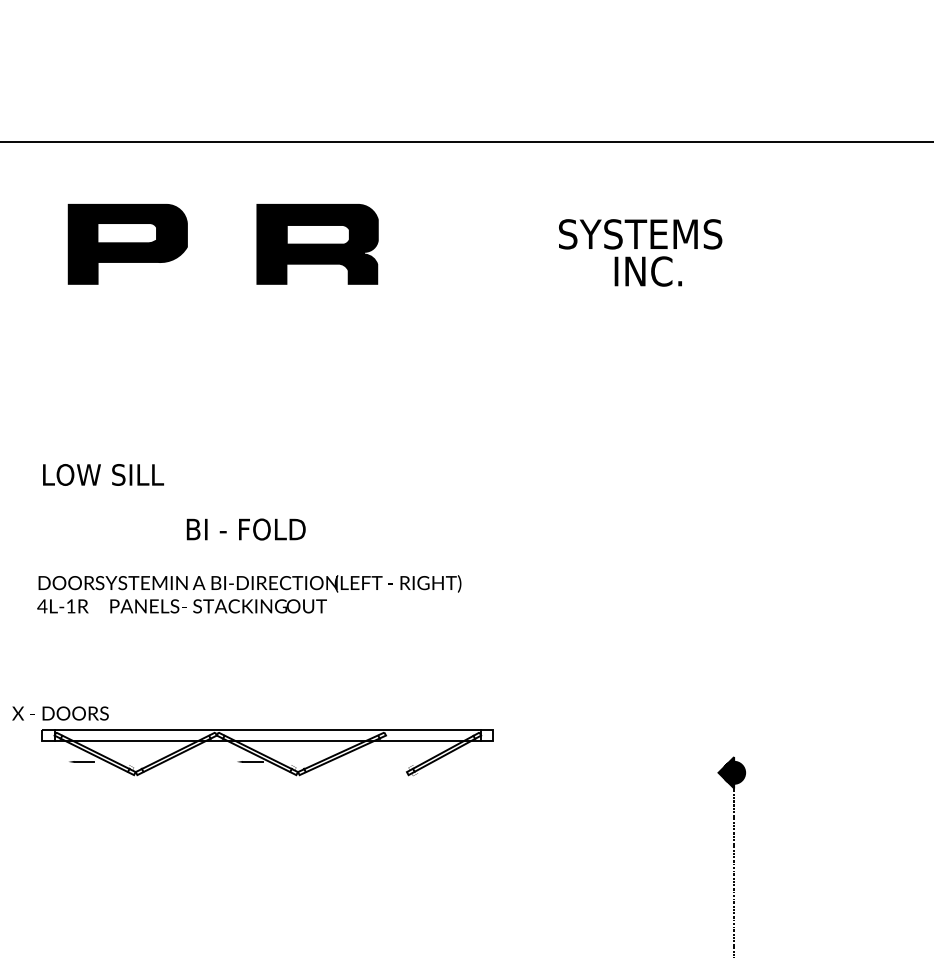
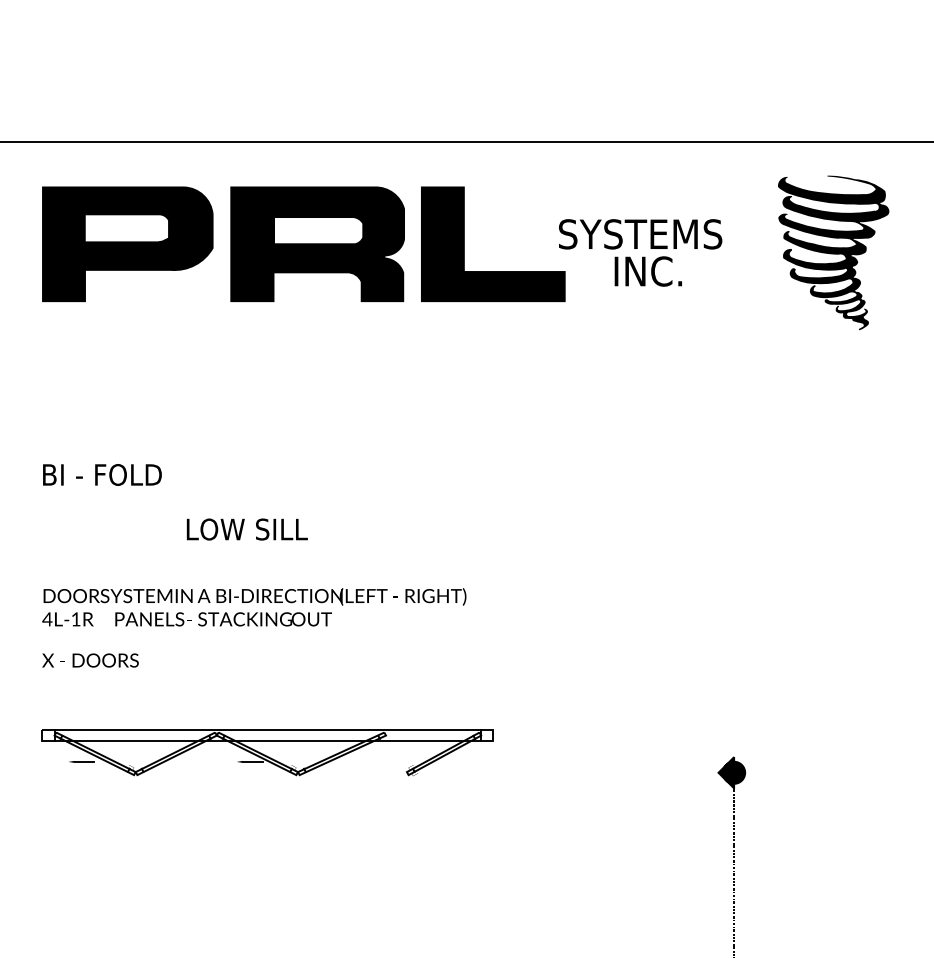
part at (127, 244) size: 121x81 px -> 172x117 px
part at (317, 244) size: 123x81 px -> 175x117 px
fill at (492, 244): none -> present
fill at (833, 252): none -> present
text at (104, 474): LOW SILL -> BI - FOLD
text at (248, 529): BI - FOLD -> LOW SILL
text at (249, 594) position: (249, 594) -> (254, 607)
text at (60, 713) position: (60, 713) -> (90, 660)
